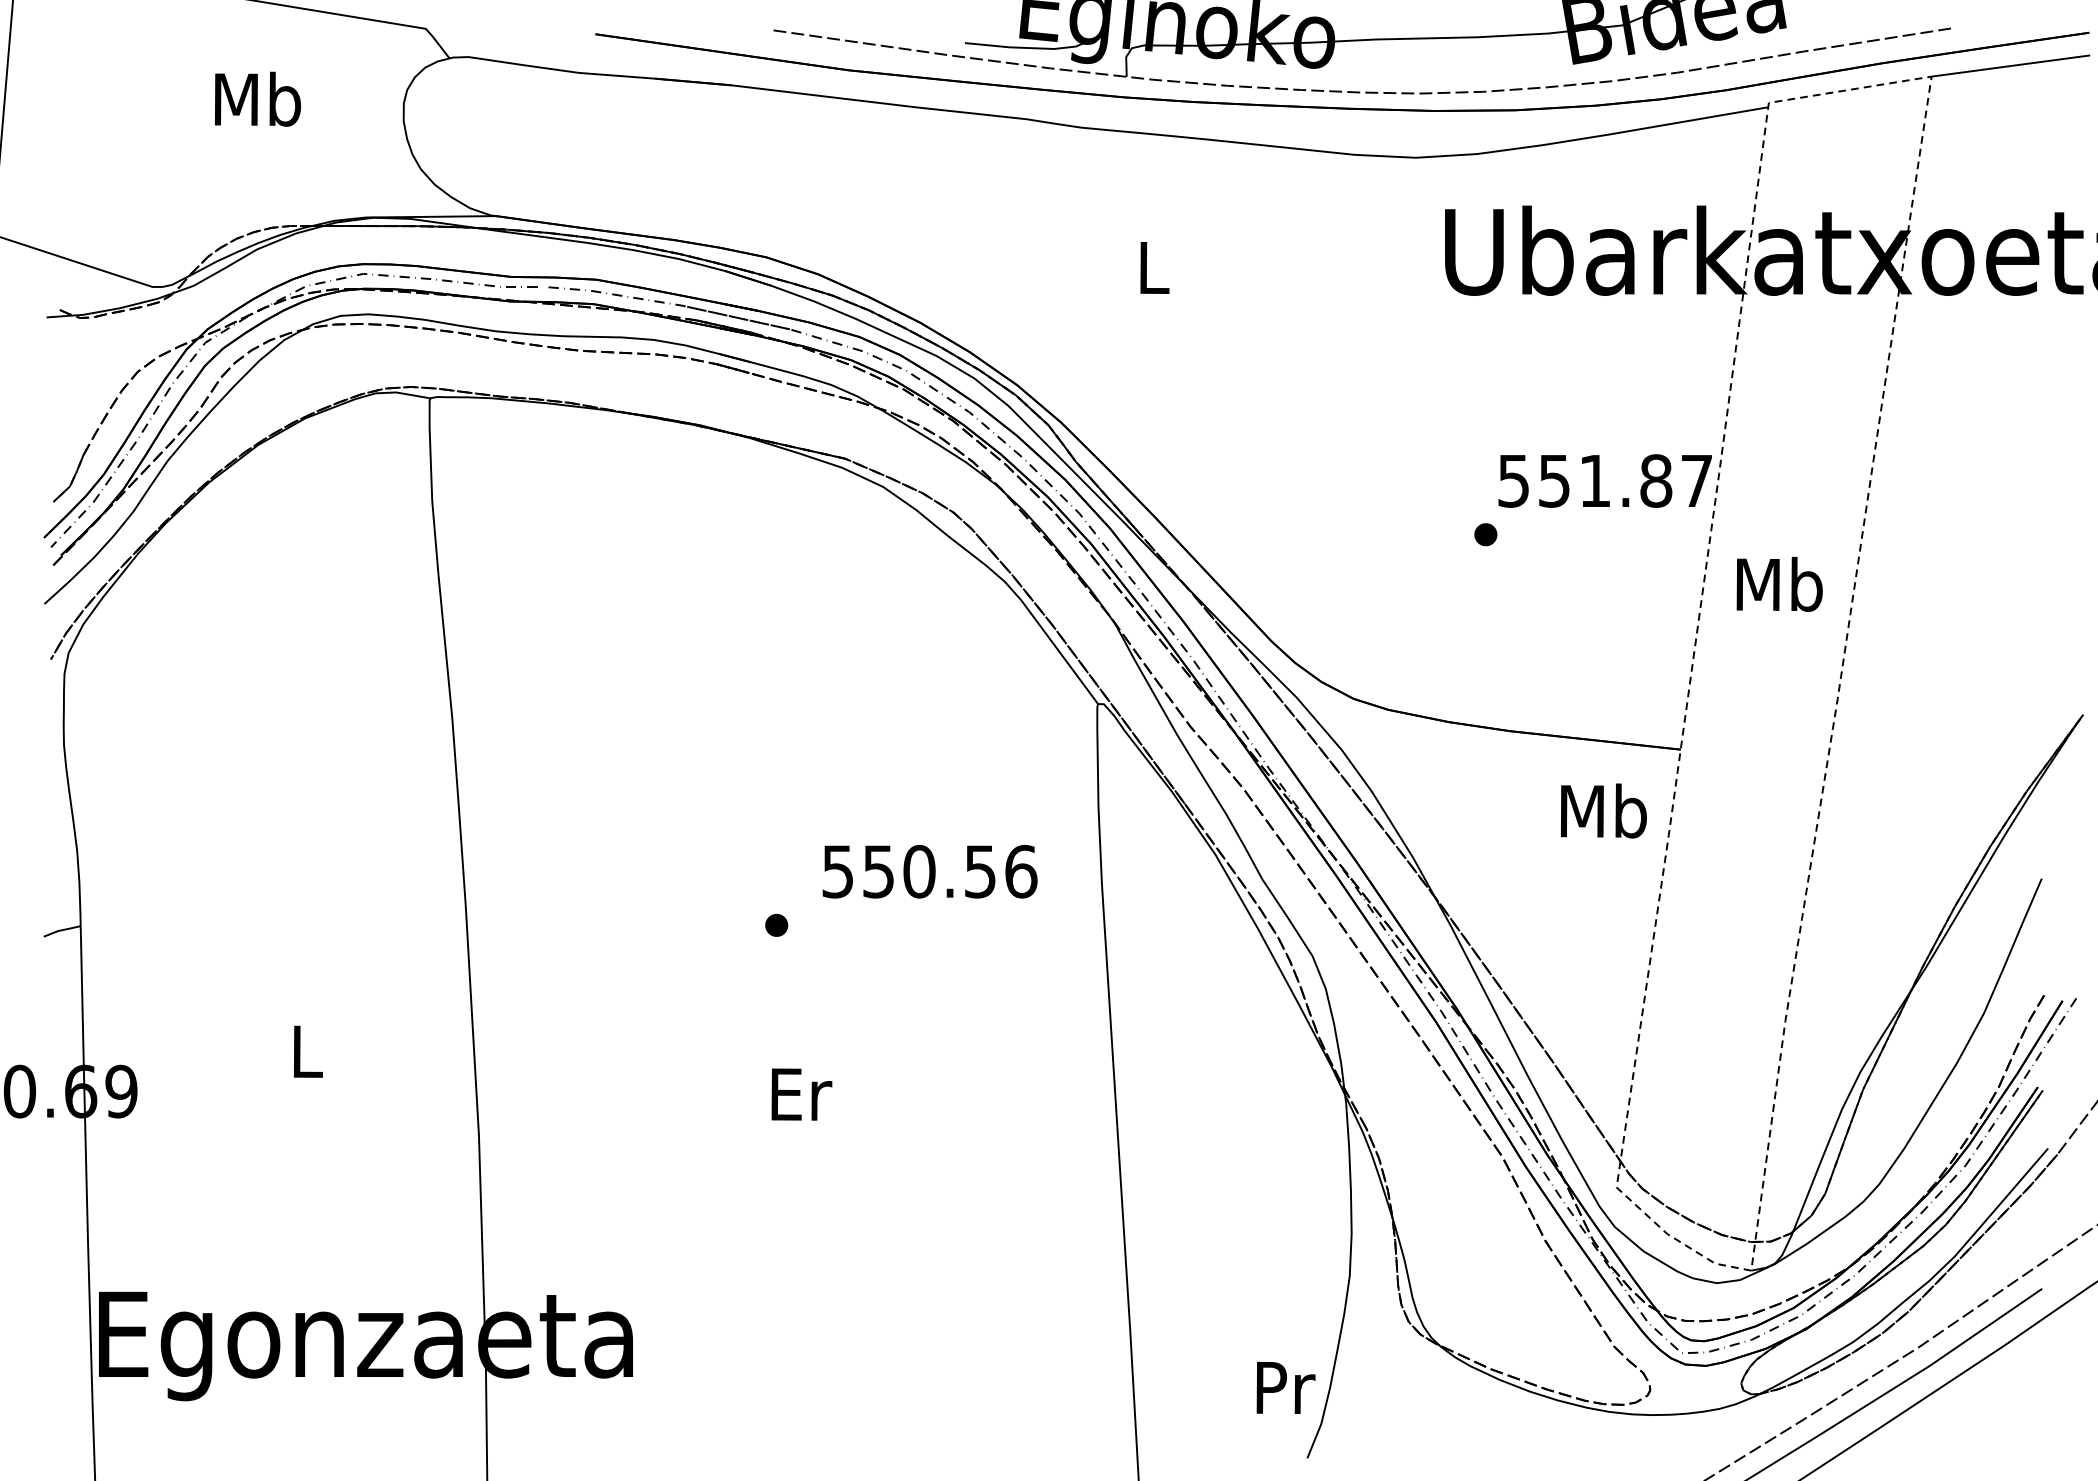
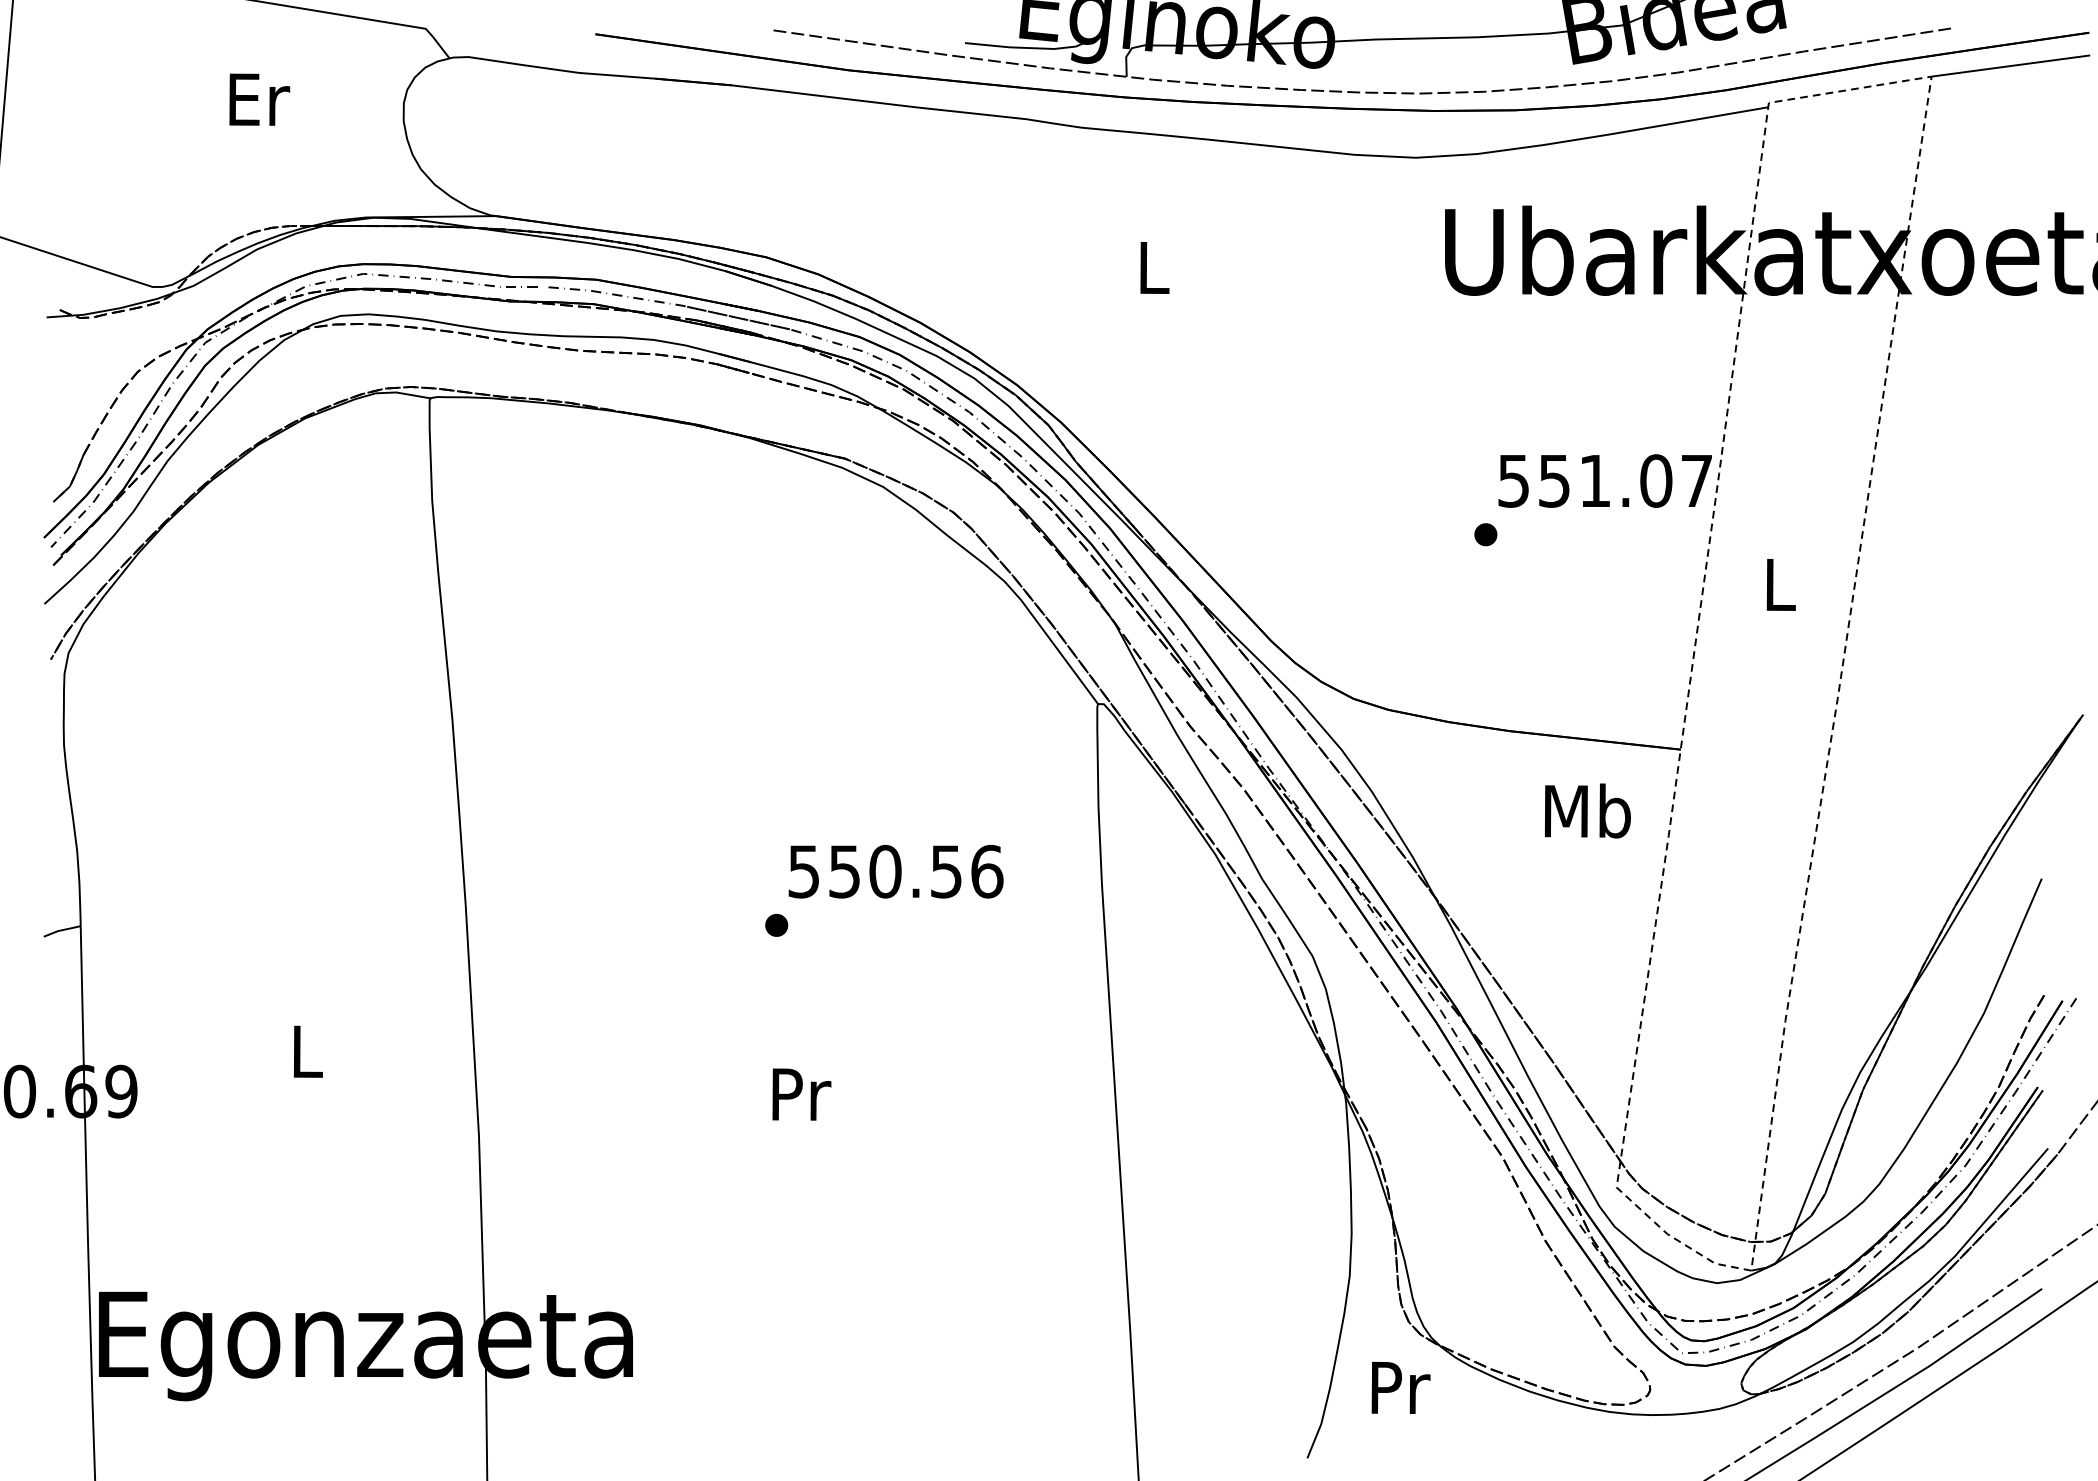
text at (258, 98): Mb -> Er
text at (1656, 480): 551.87 -> 551.07
text at (1779, 583): Mb -> L
text at (1603, 810) position: (1603, 810) -> (1587, 810)
text at (929, 871) position: (929, 871) -> (895, 871)
text at (801, 1094): Er -> Pr
text at (1285, 1387) position: (1285, 1387) -> (1400, 1387)
